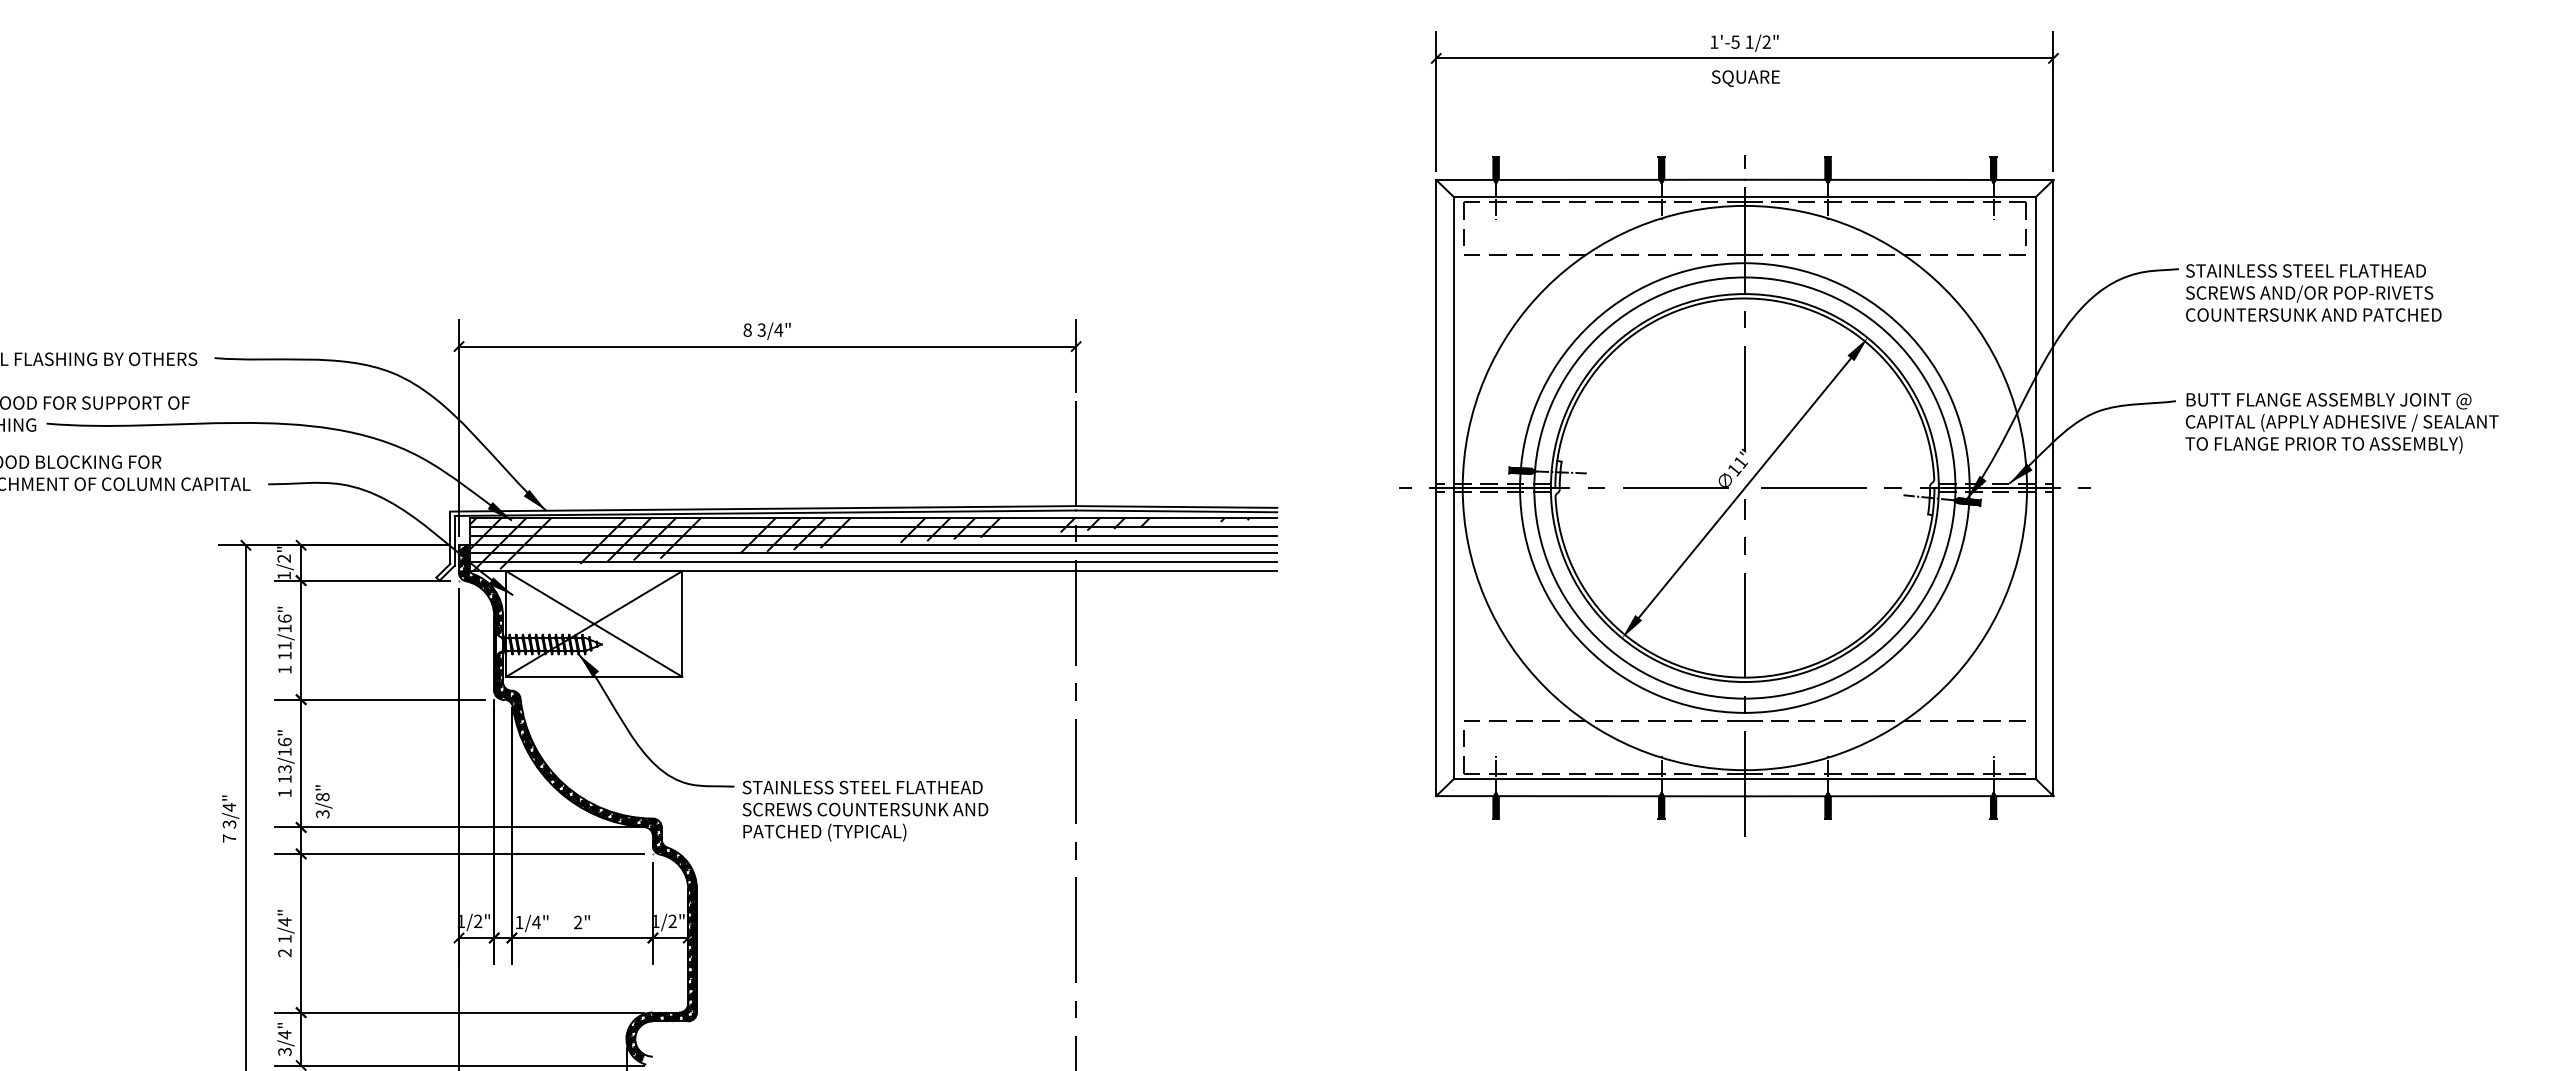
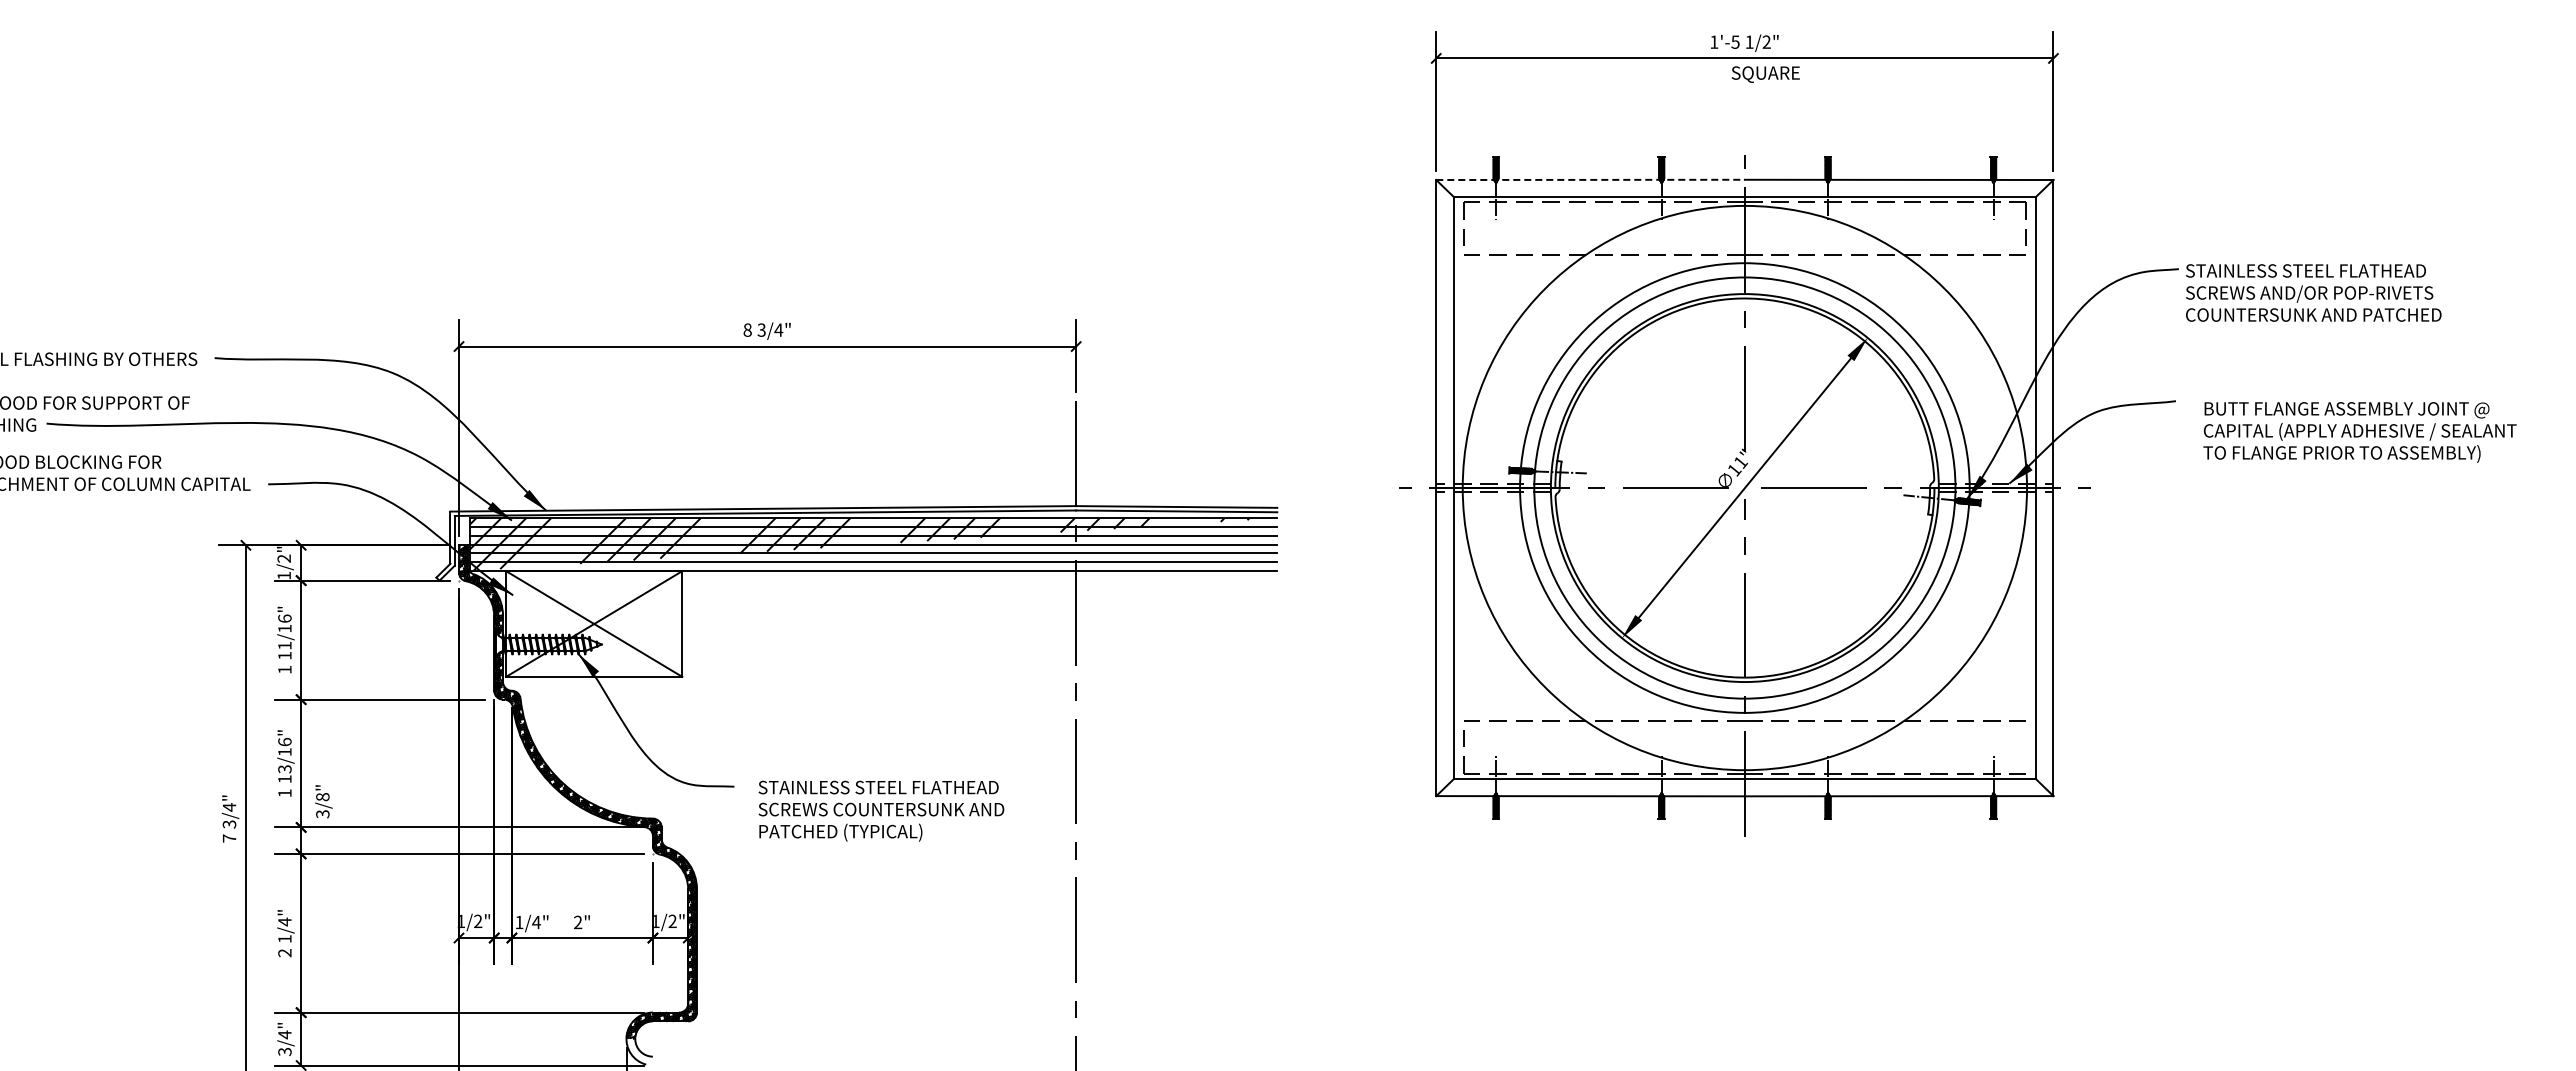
text at (1745, 78) position: (1745, 78) -> (1765, 74)
line at (1591, 179): solid -> dashed
text at (2341, 423) position: (2341, 423) -> (2359, 432)
text at (865, 810) position: (865, 810) -> (881, 810)
hatch at (635, 1049): present -> none
